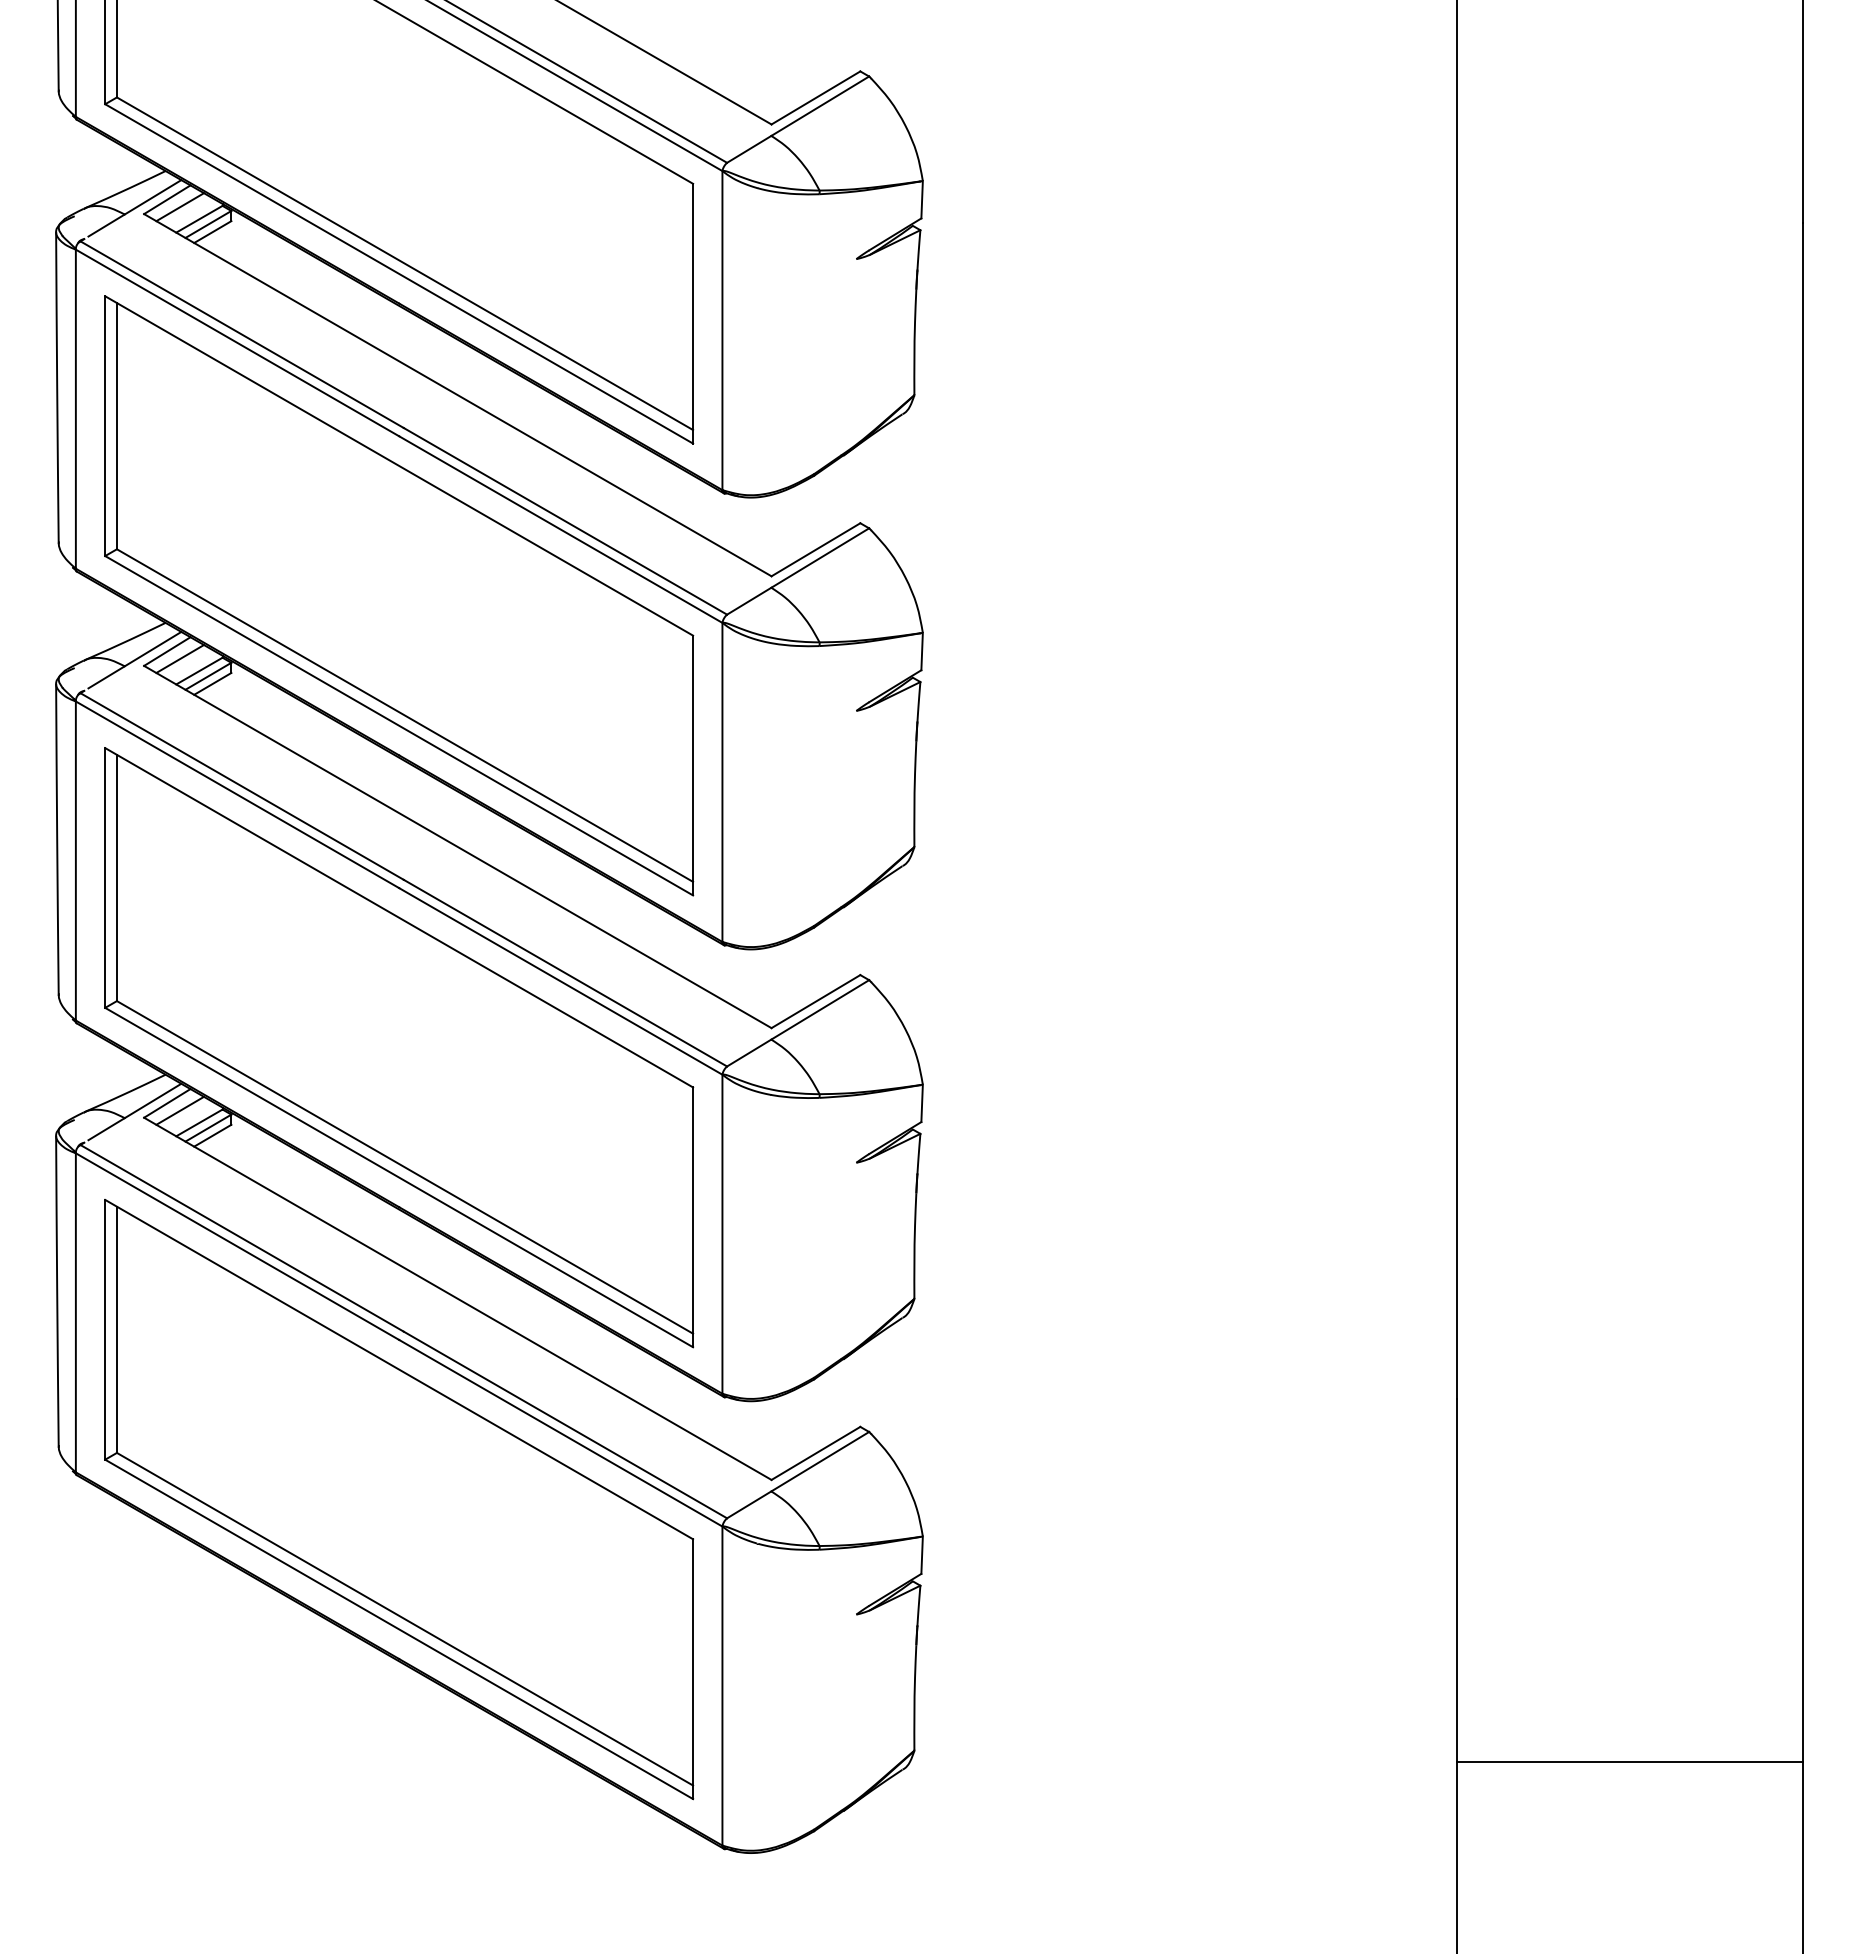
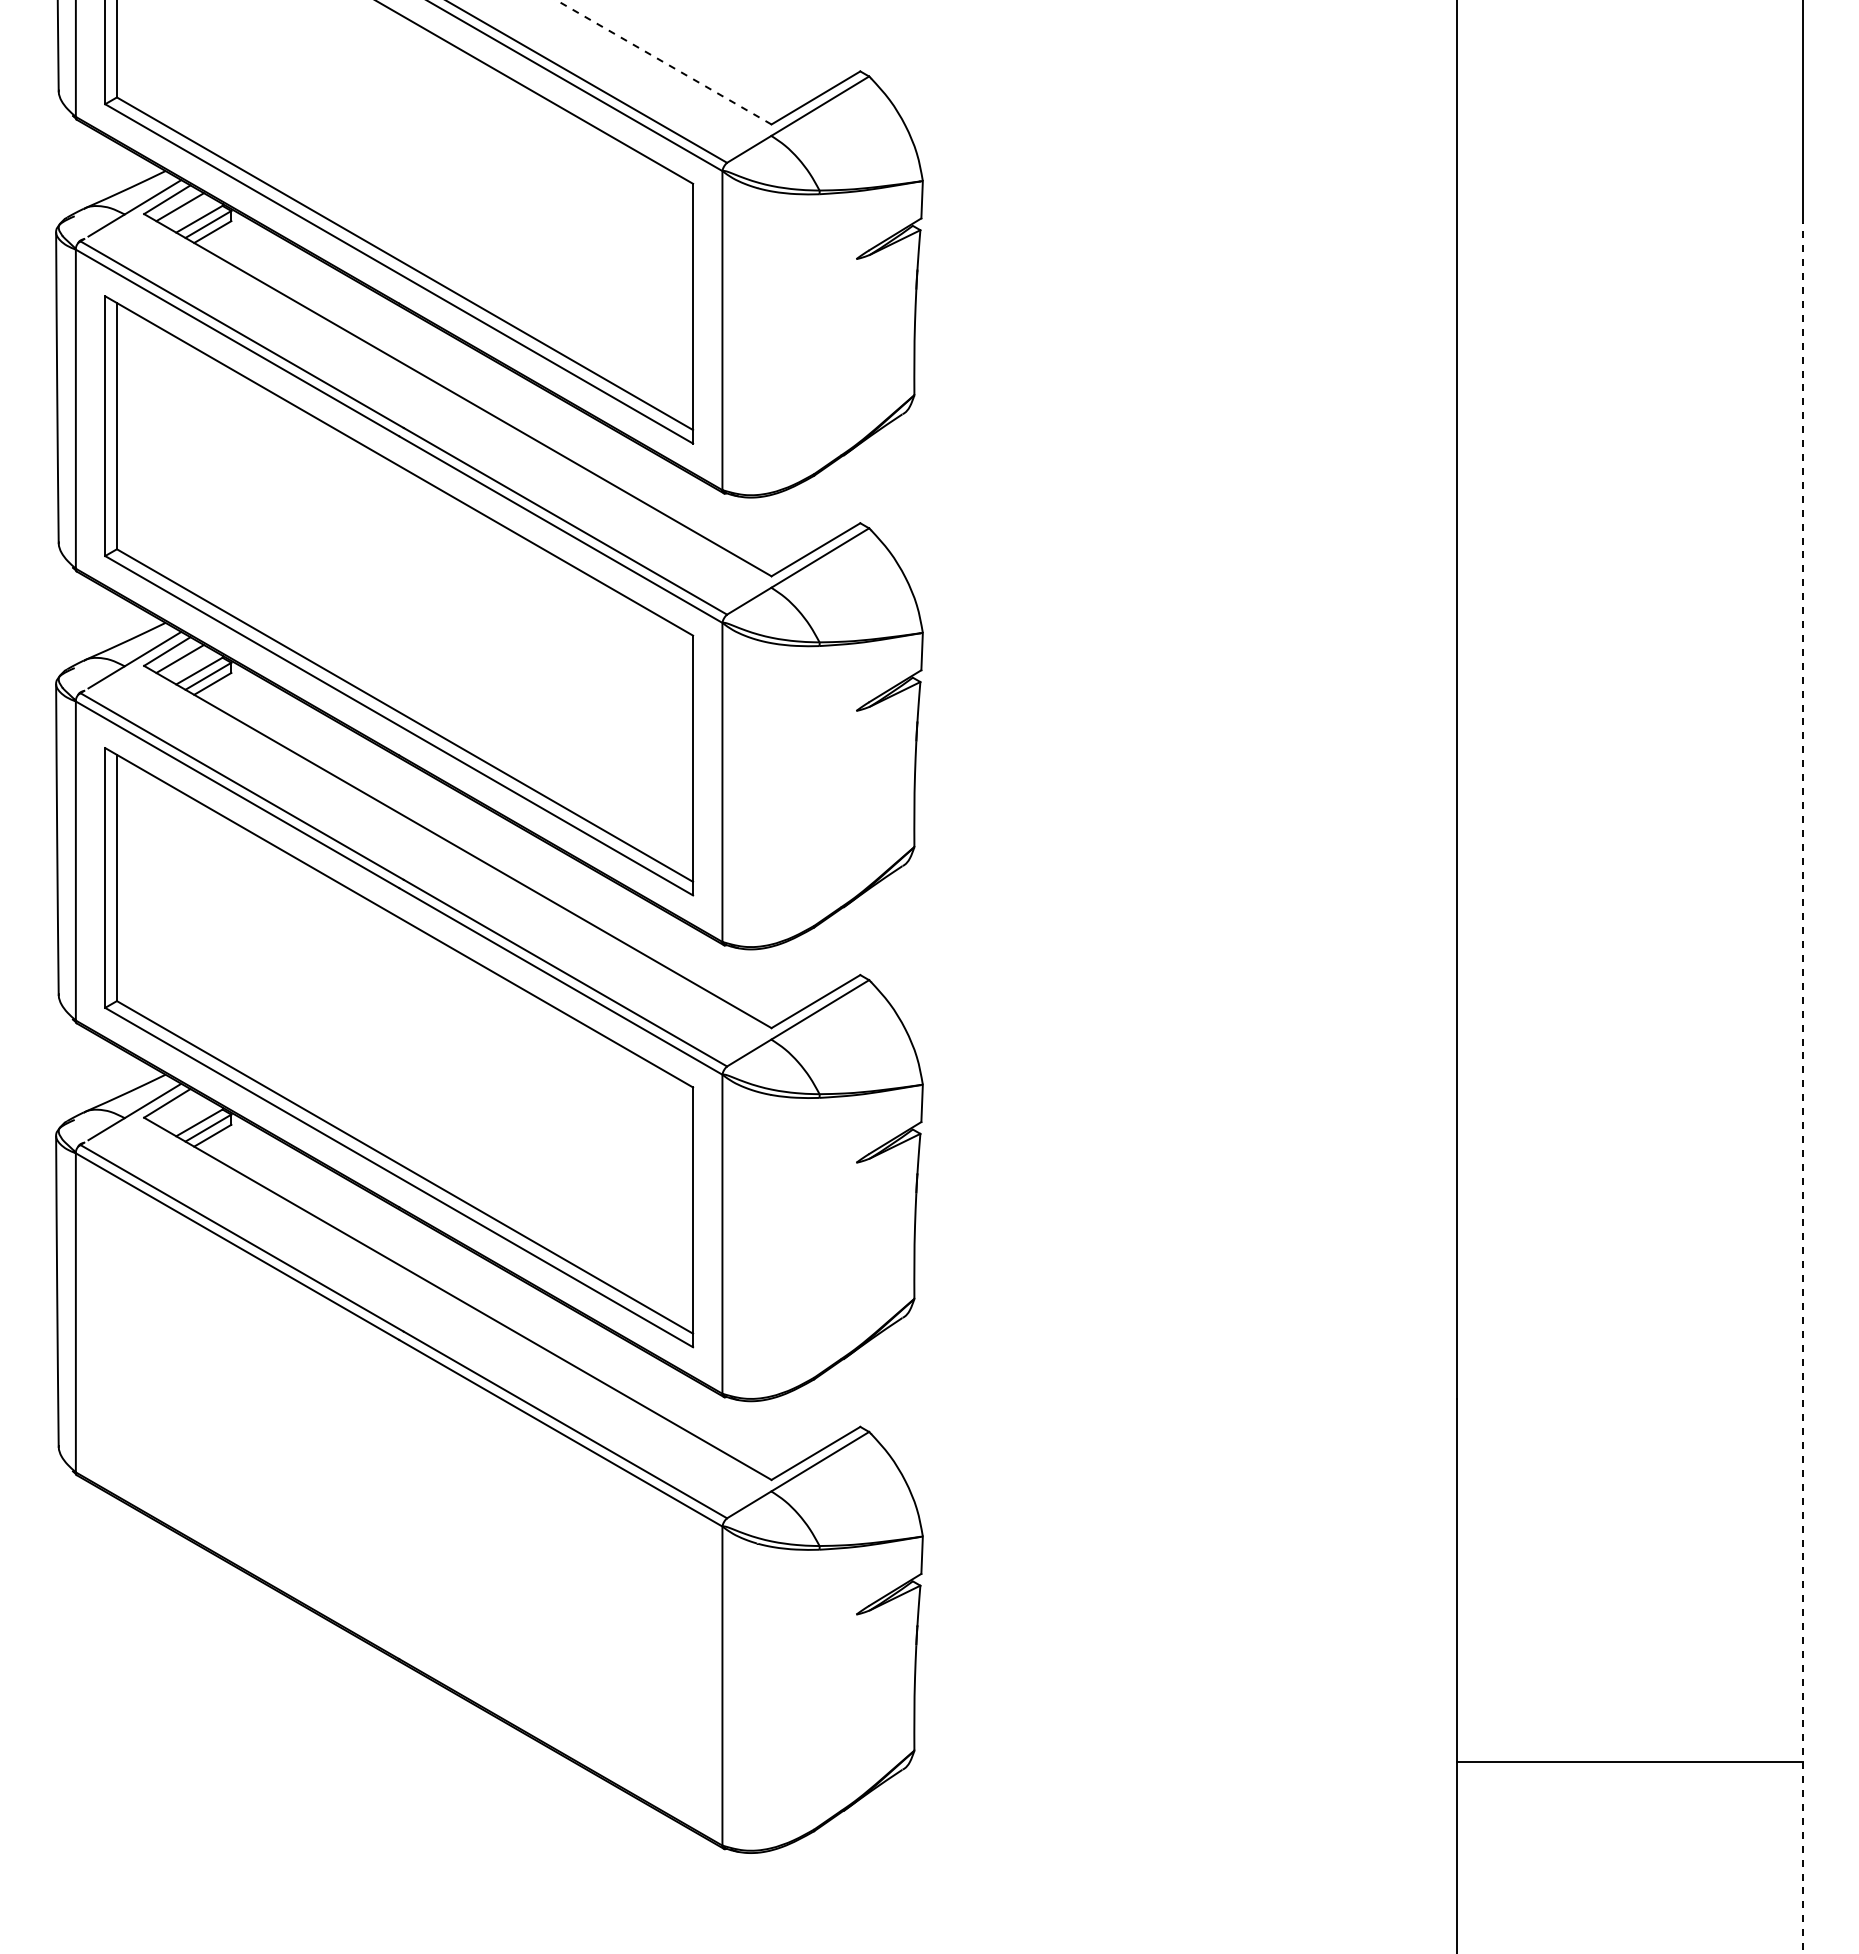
line at (663, 62): solid -> dashed
line at (1803, 1088): solid -> dashed
line at (180, 1110): present -> none
part at (399, 1499): present -> none
